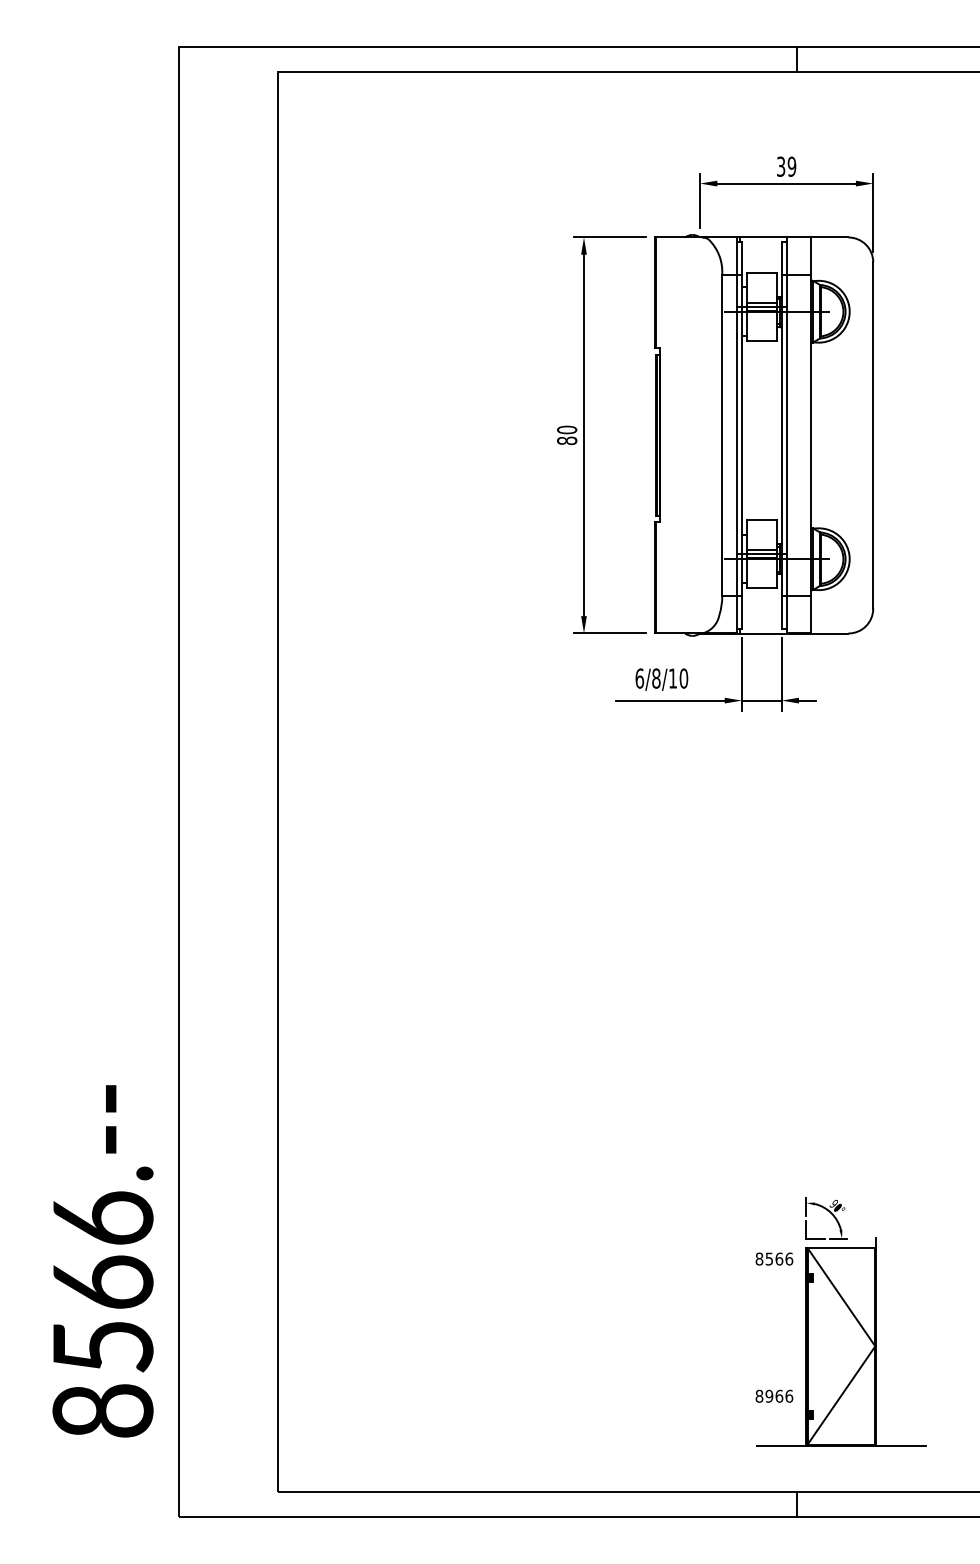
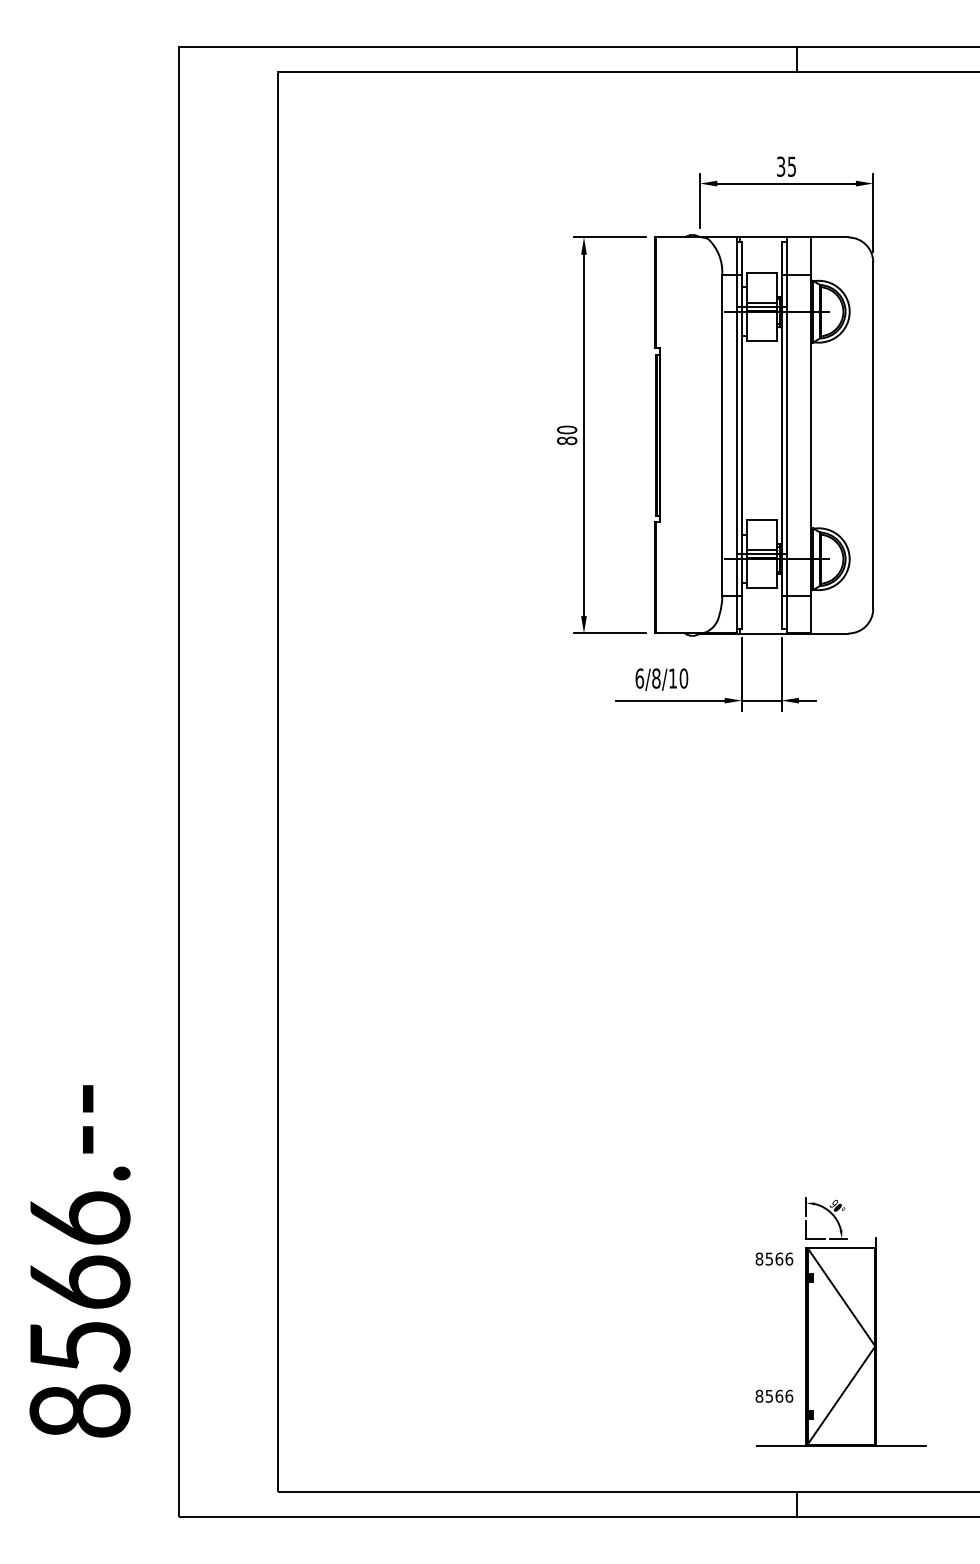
text at (791, 166): 39 -> 35
text at (102, 1261) position: (102, 1261) -> (79, 1261)
text at (769, 1395): 8966 -> 8566
